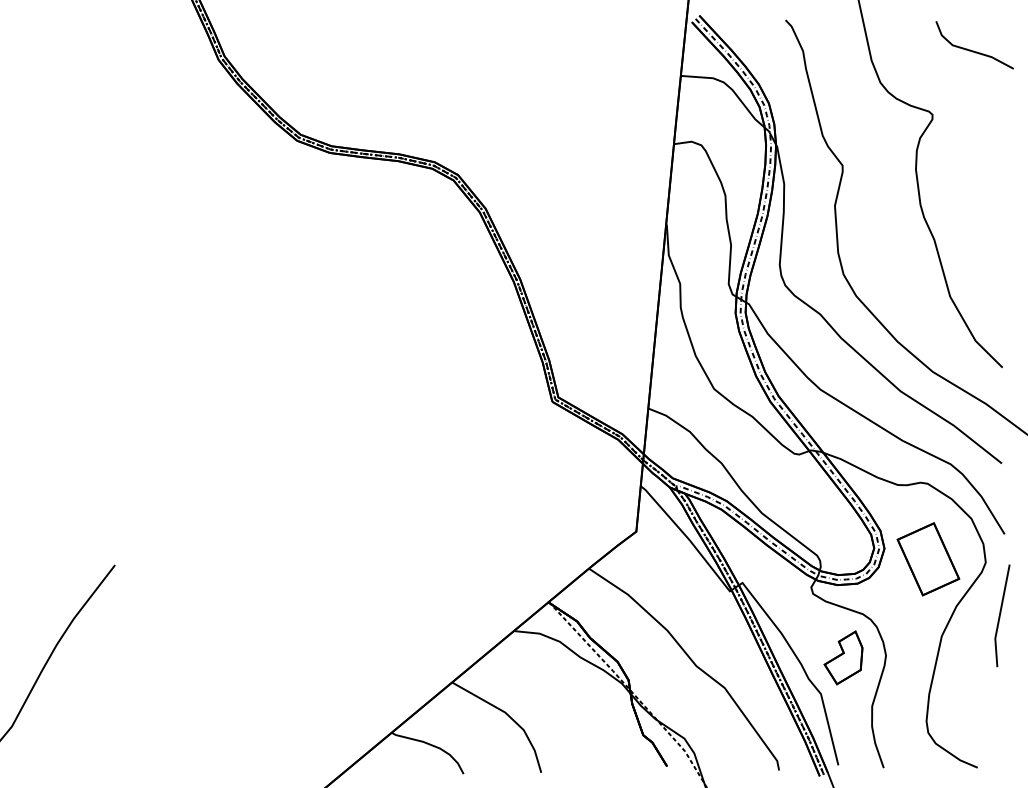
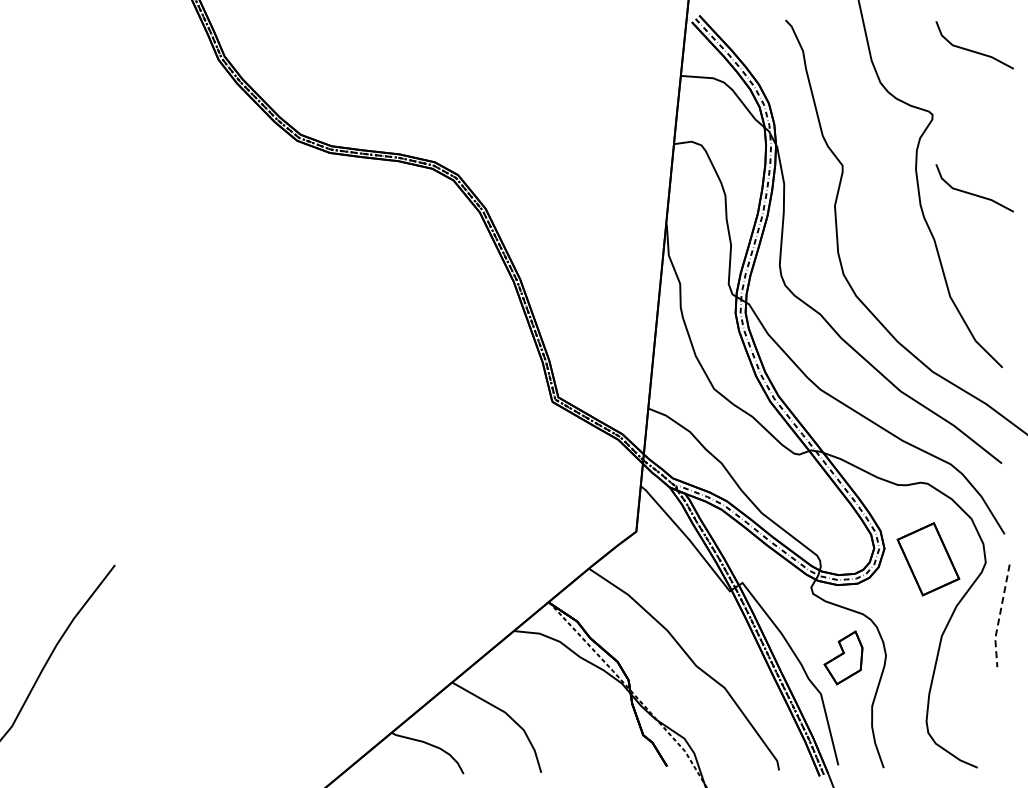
line at (973, 193): none -> present
line at (999, 616): solid -> dashed
